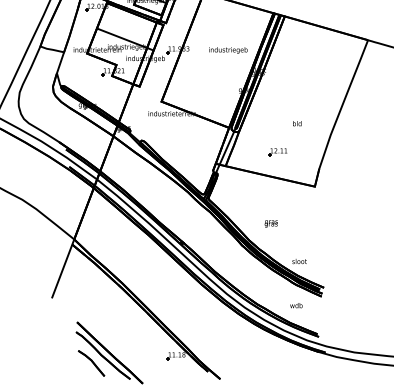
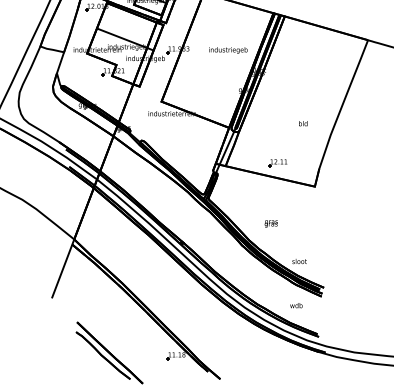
text at (297, 123) position: (297, 123) -> (303, 123)
part at (277, 152) position: (277, 152) -> (277, 163)
part at (91, 363): present -> none
